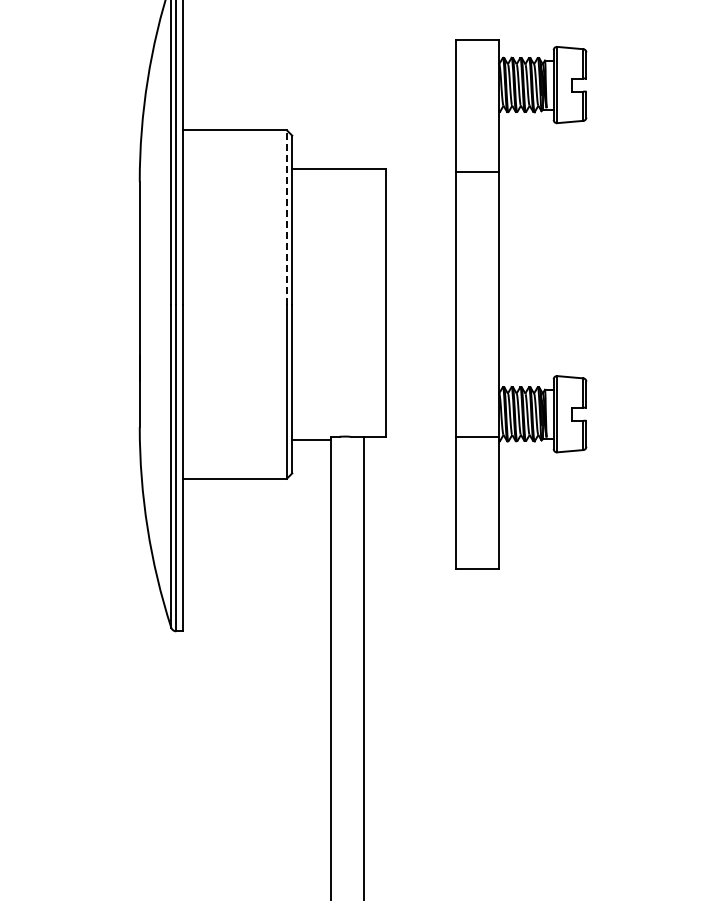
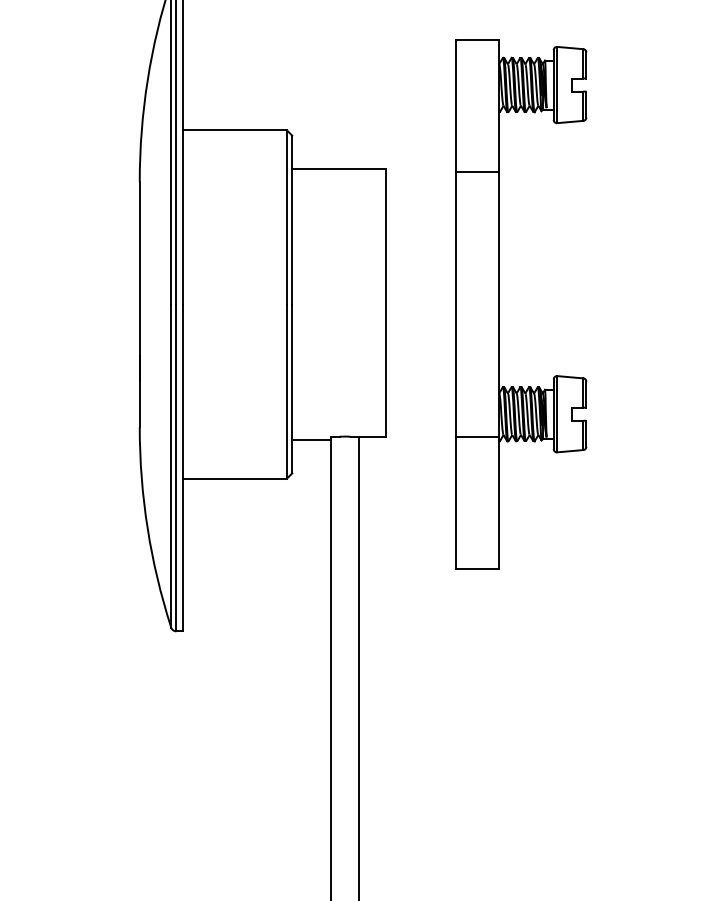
line at (286, 216): dashed -> solid
line at (364, 666) position: (364, 666) -> (359, 666)
